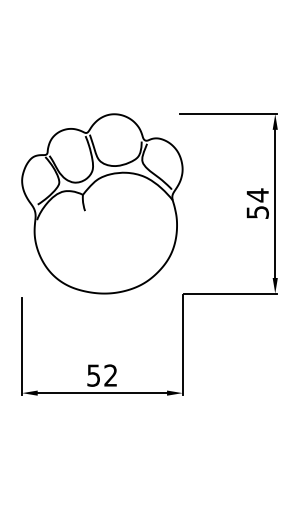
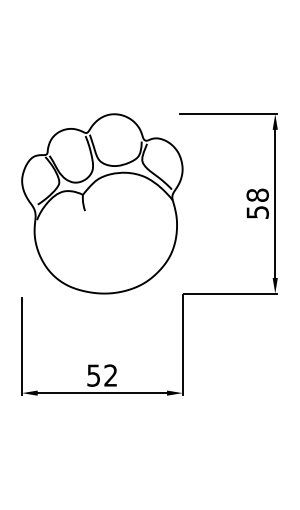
text at (257, 195): 54 -> 58
